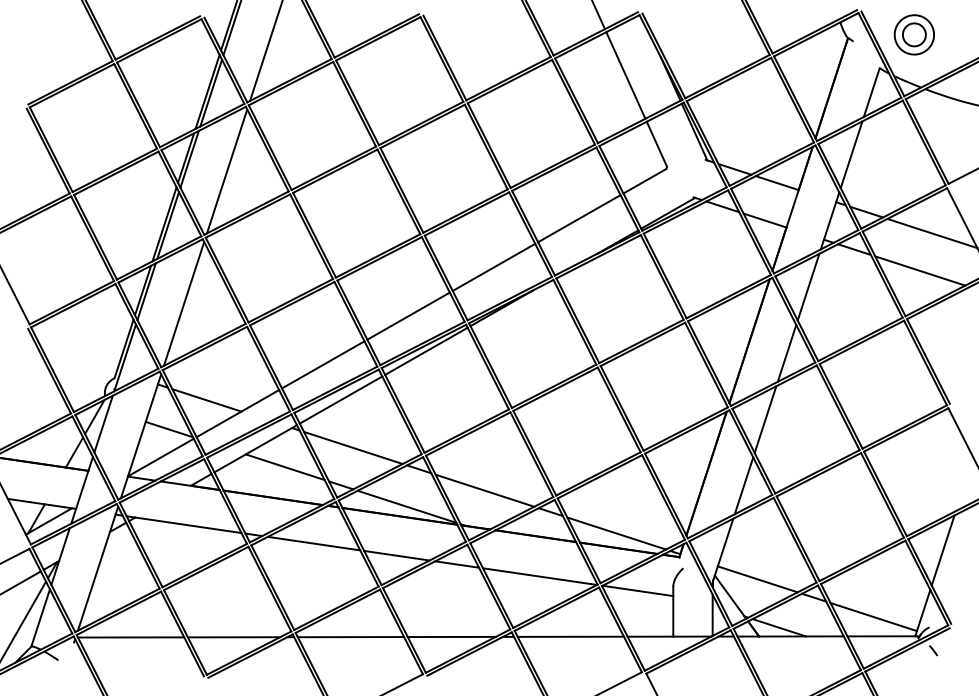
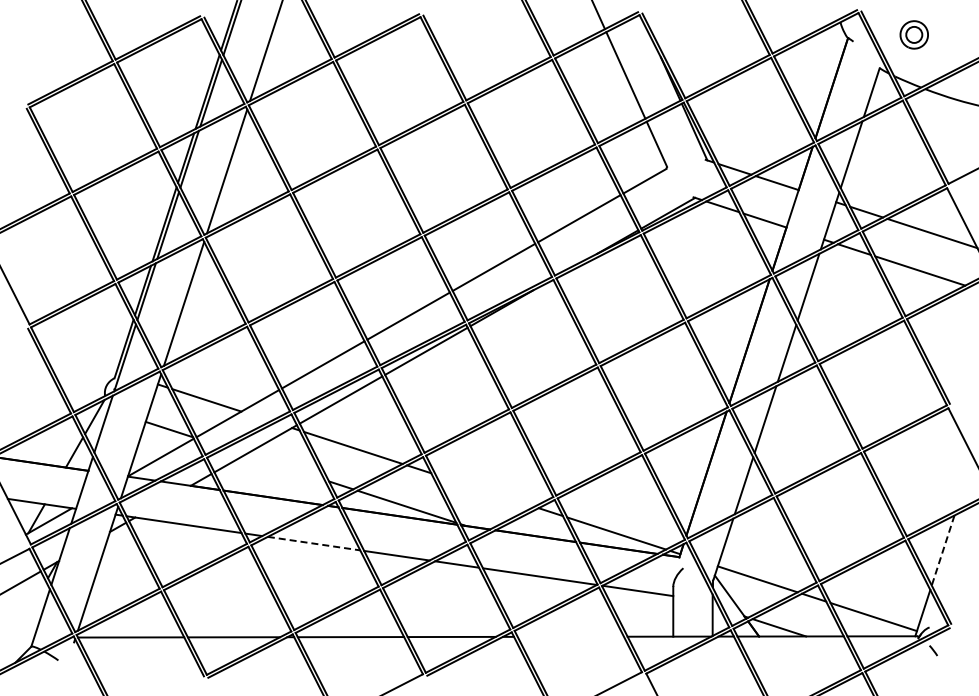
part at (913, 34) size: 42x42 px -> 30x30 px
line at (284, 467): present -> none
line at (484, 490): present -> none
line at (314, 543): solid -> dashed
line at (943, 550): solid -> dashed
line at (24, 619): present -> none
line at (570, 636): present -> none
